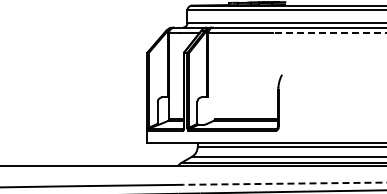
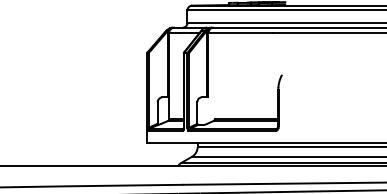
line at (329, 33): dashed -> solid
line at (284, 183): dashed -> solid
